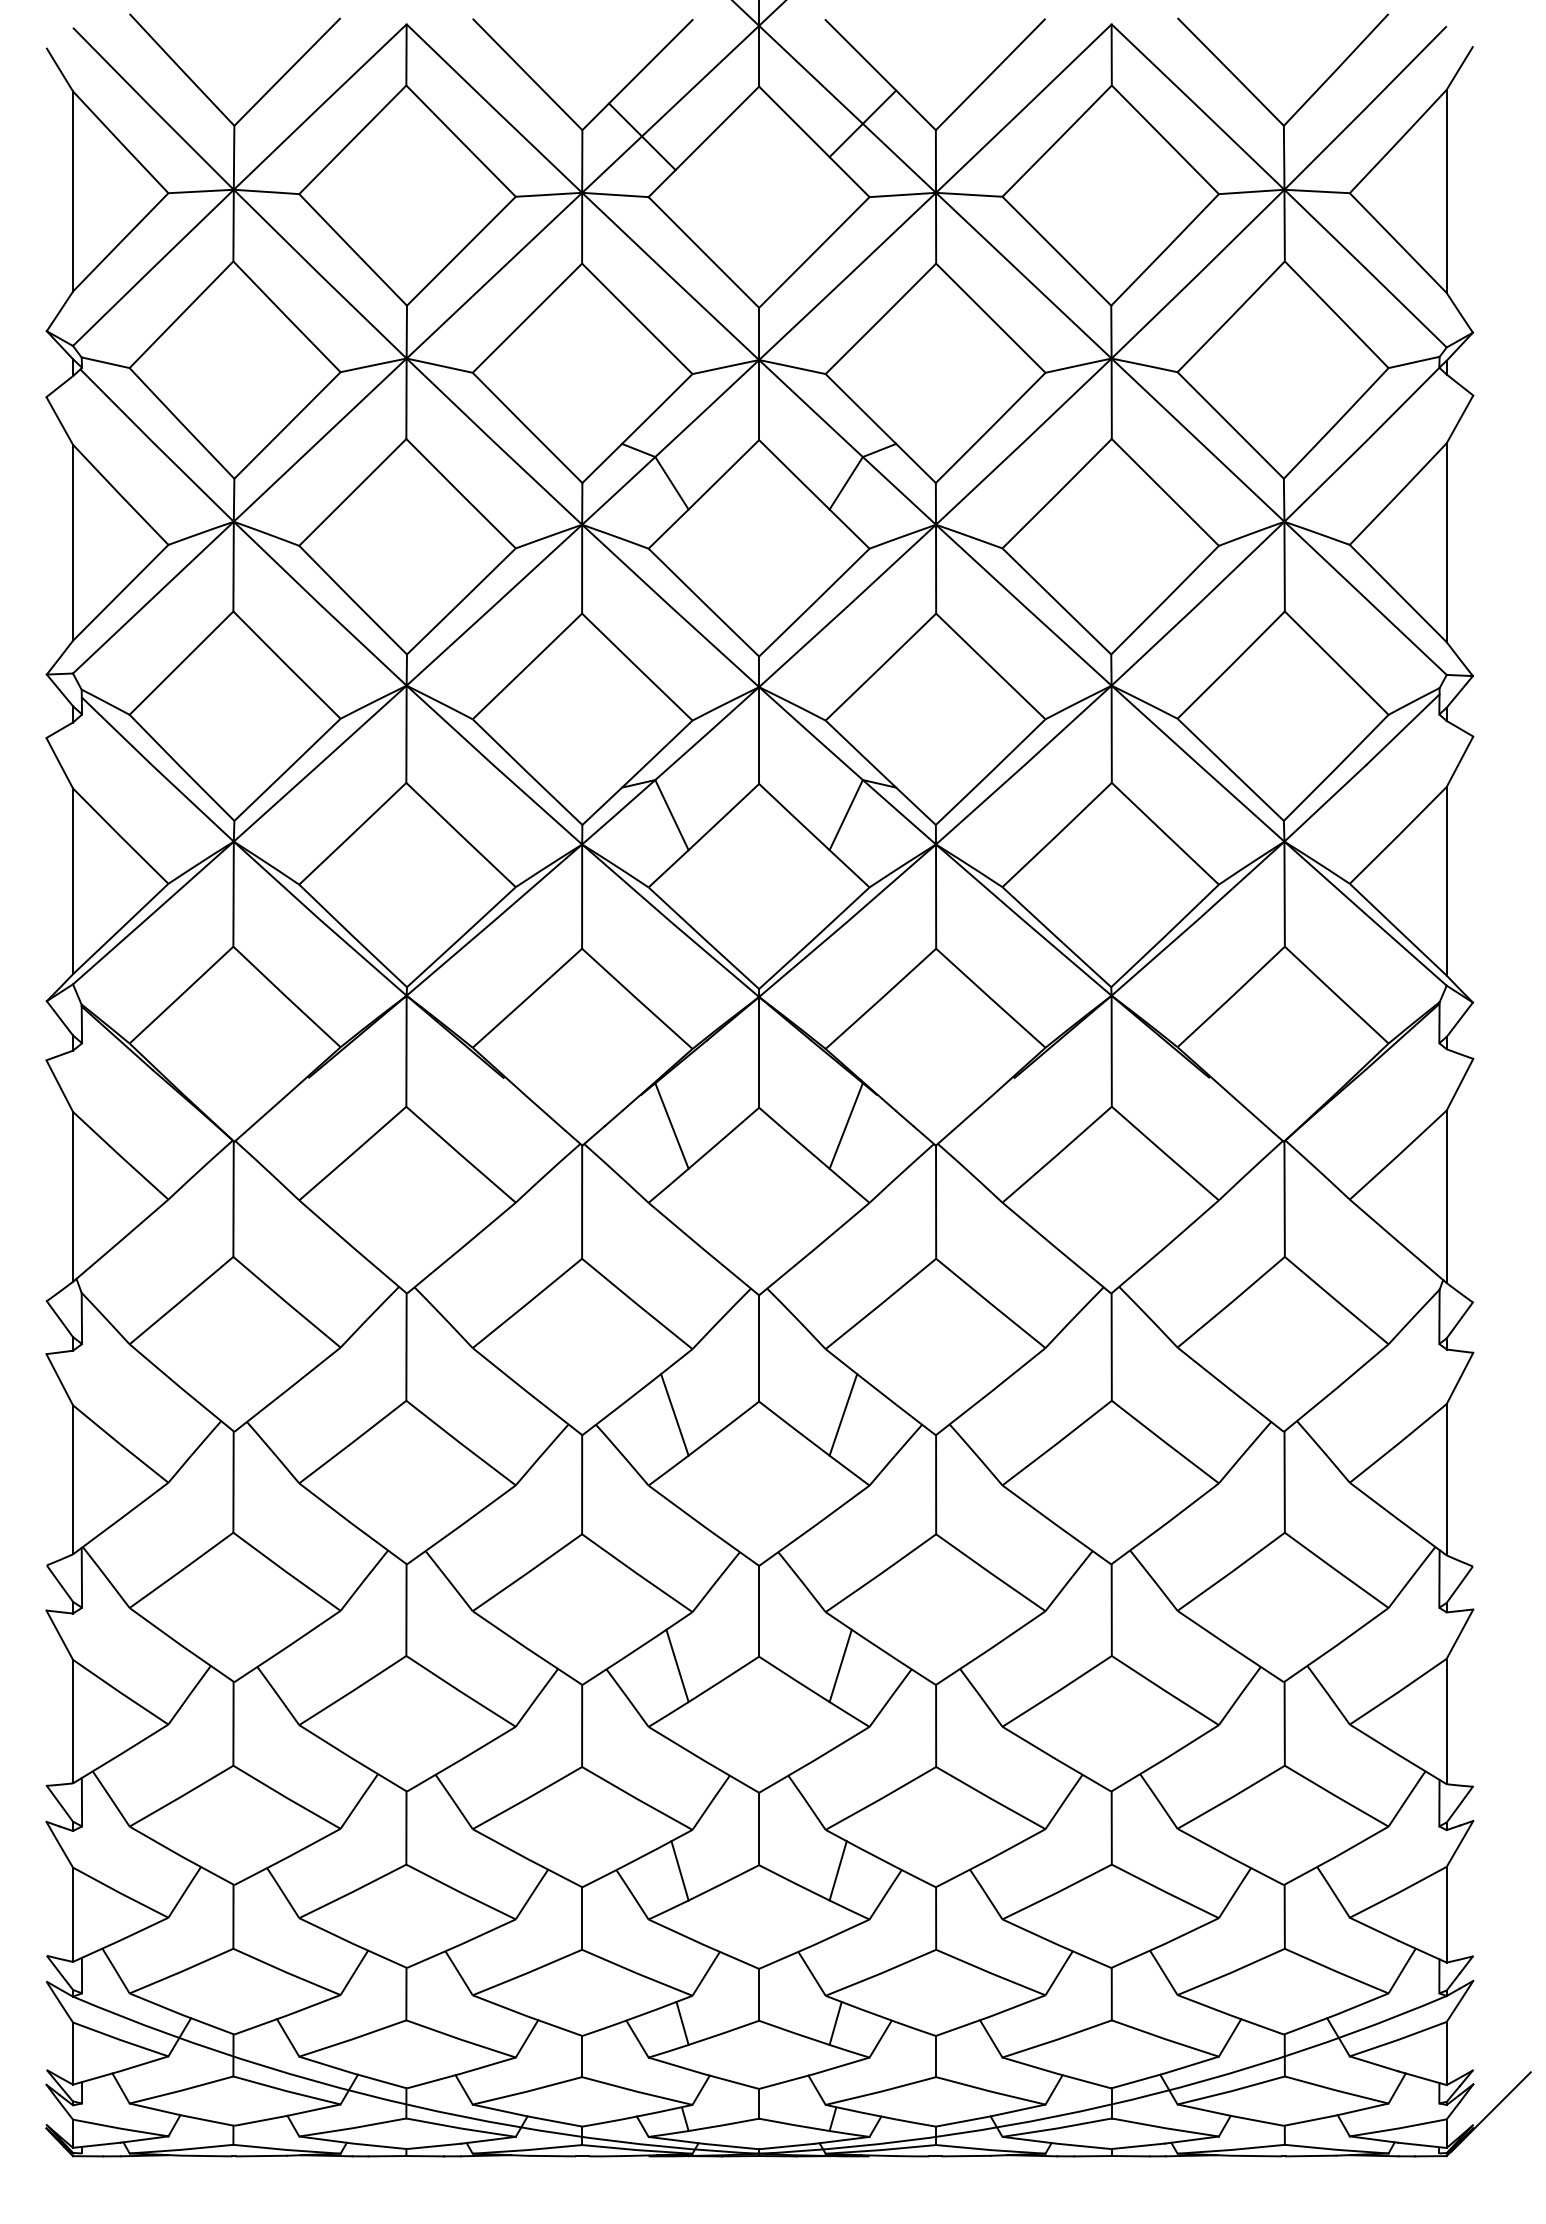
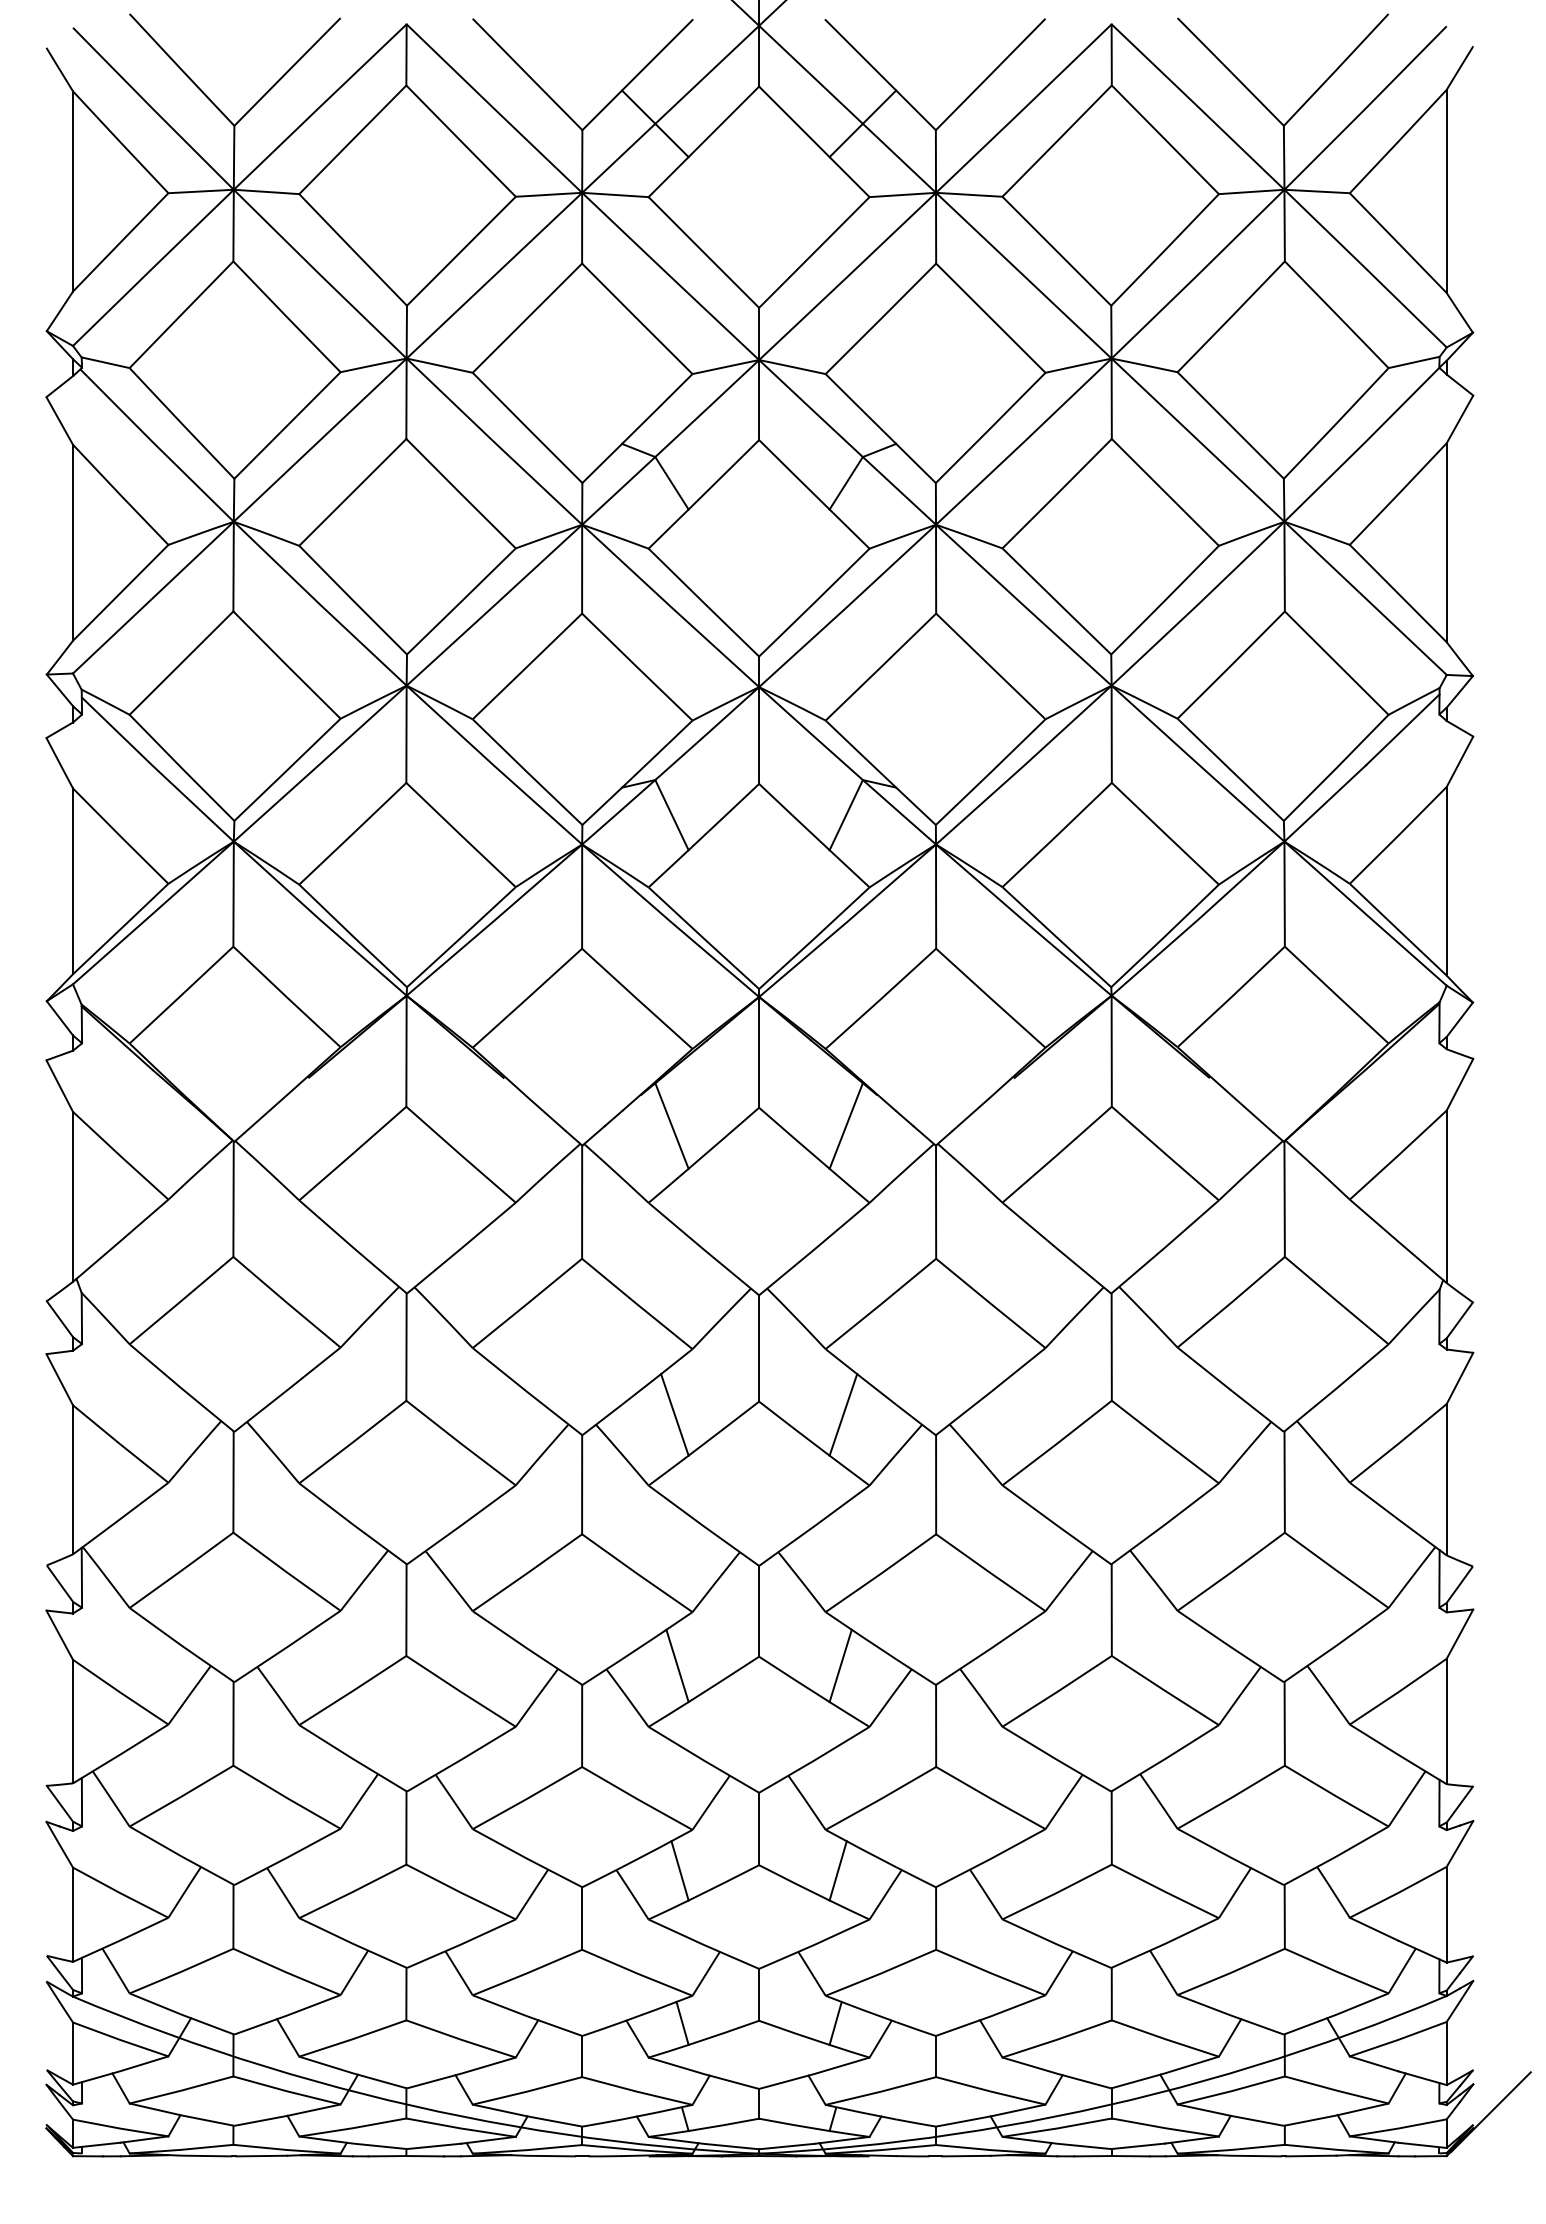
line at (642, 136) position: (642, 136) -> (655, 123)
